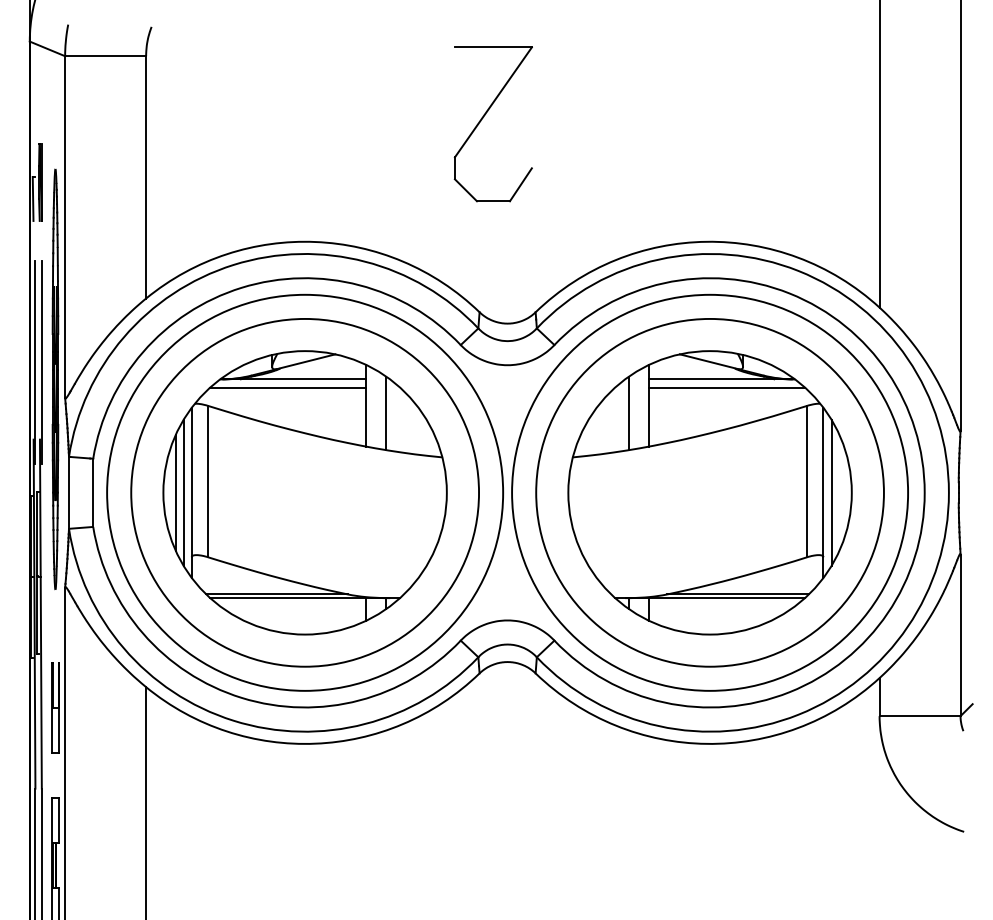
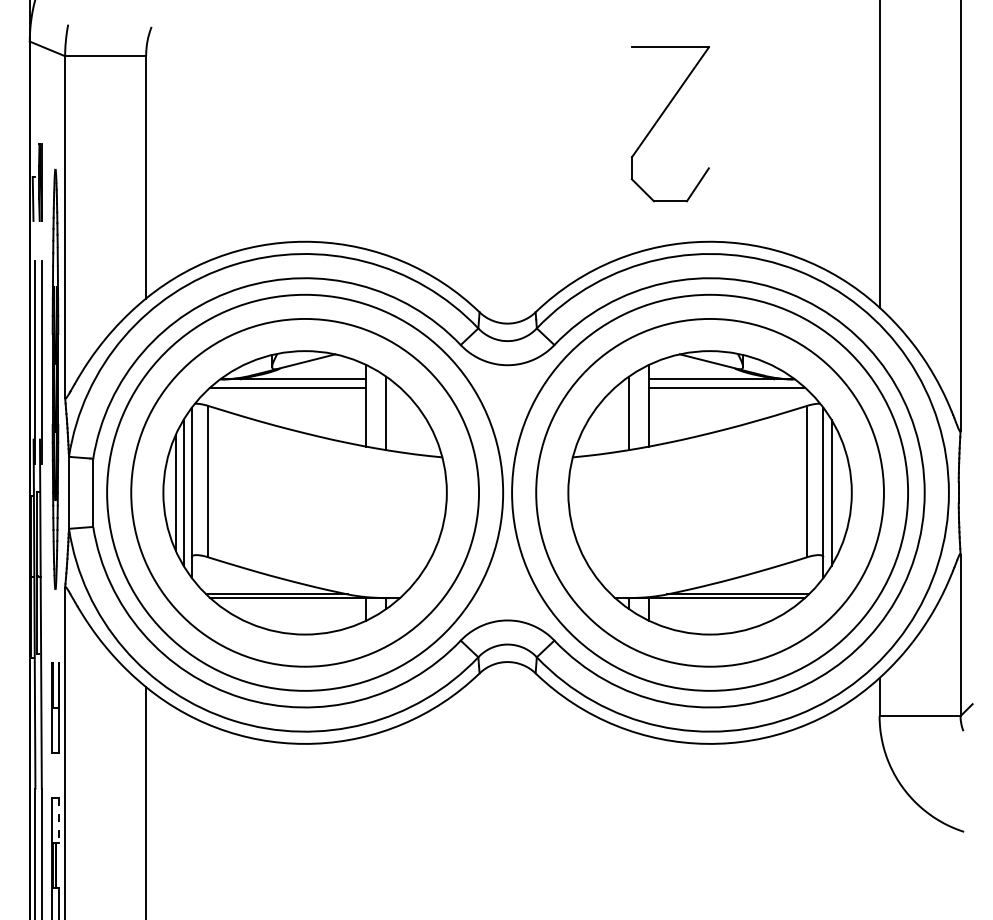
part at (483, 118) position: (483, 118) -> (660, 118)
line at (59, 820): solid -> dashed
